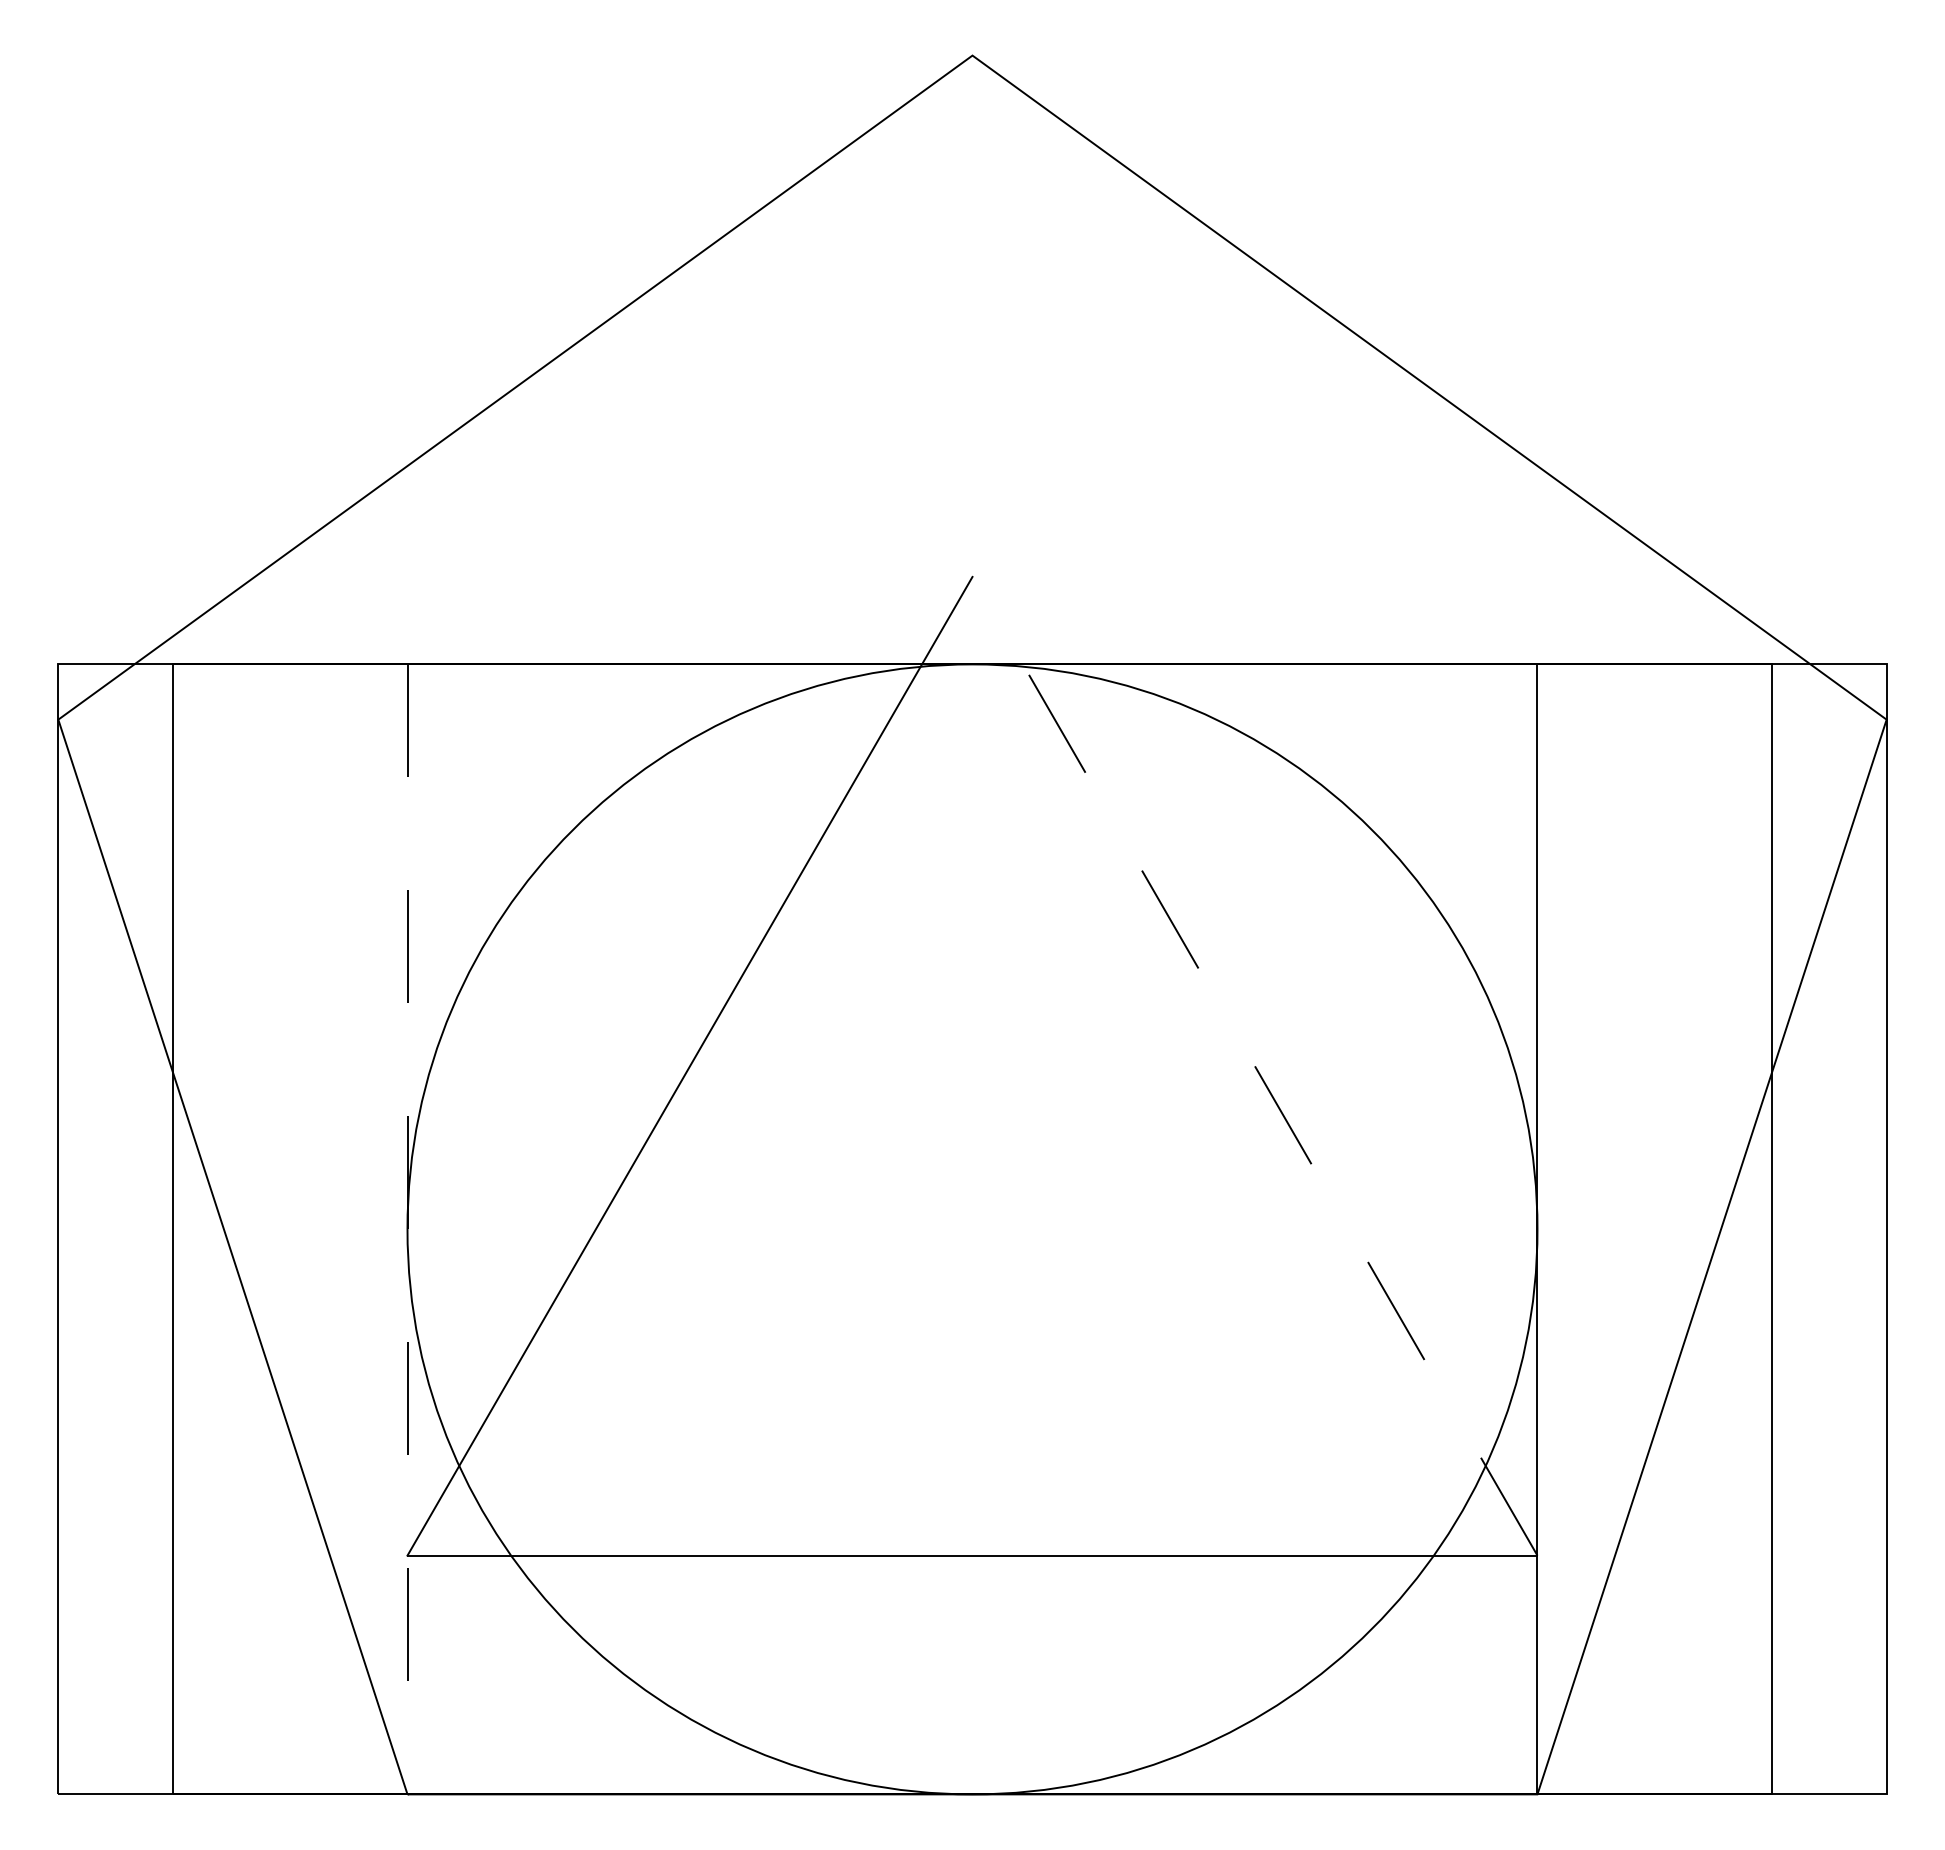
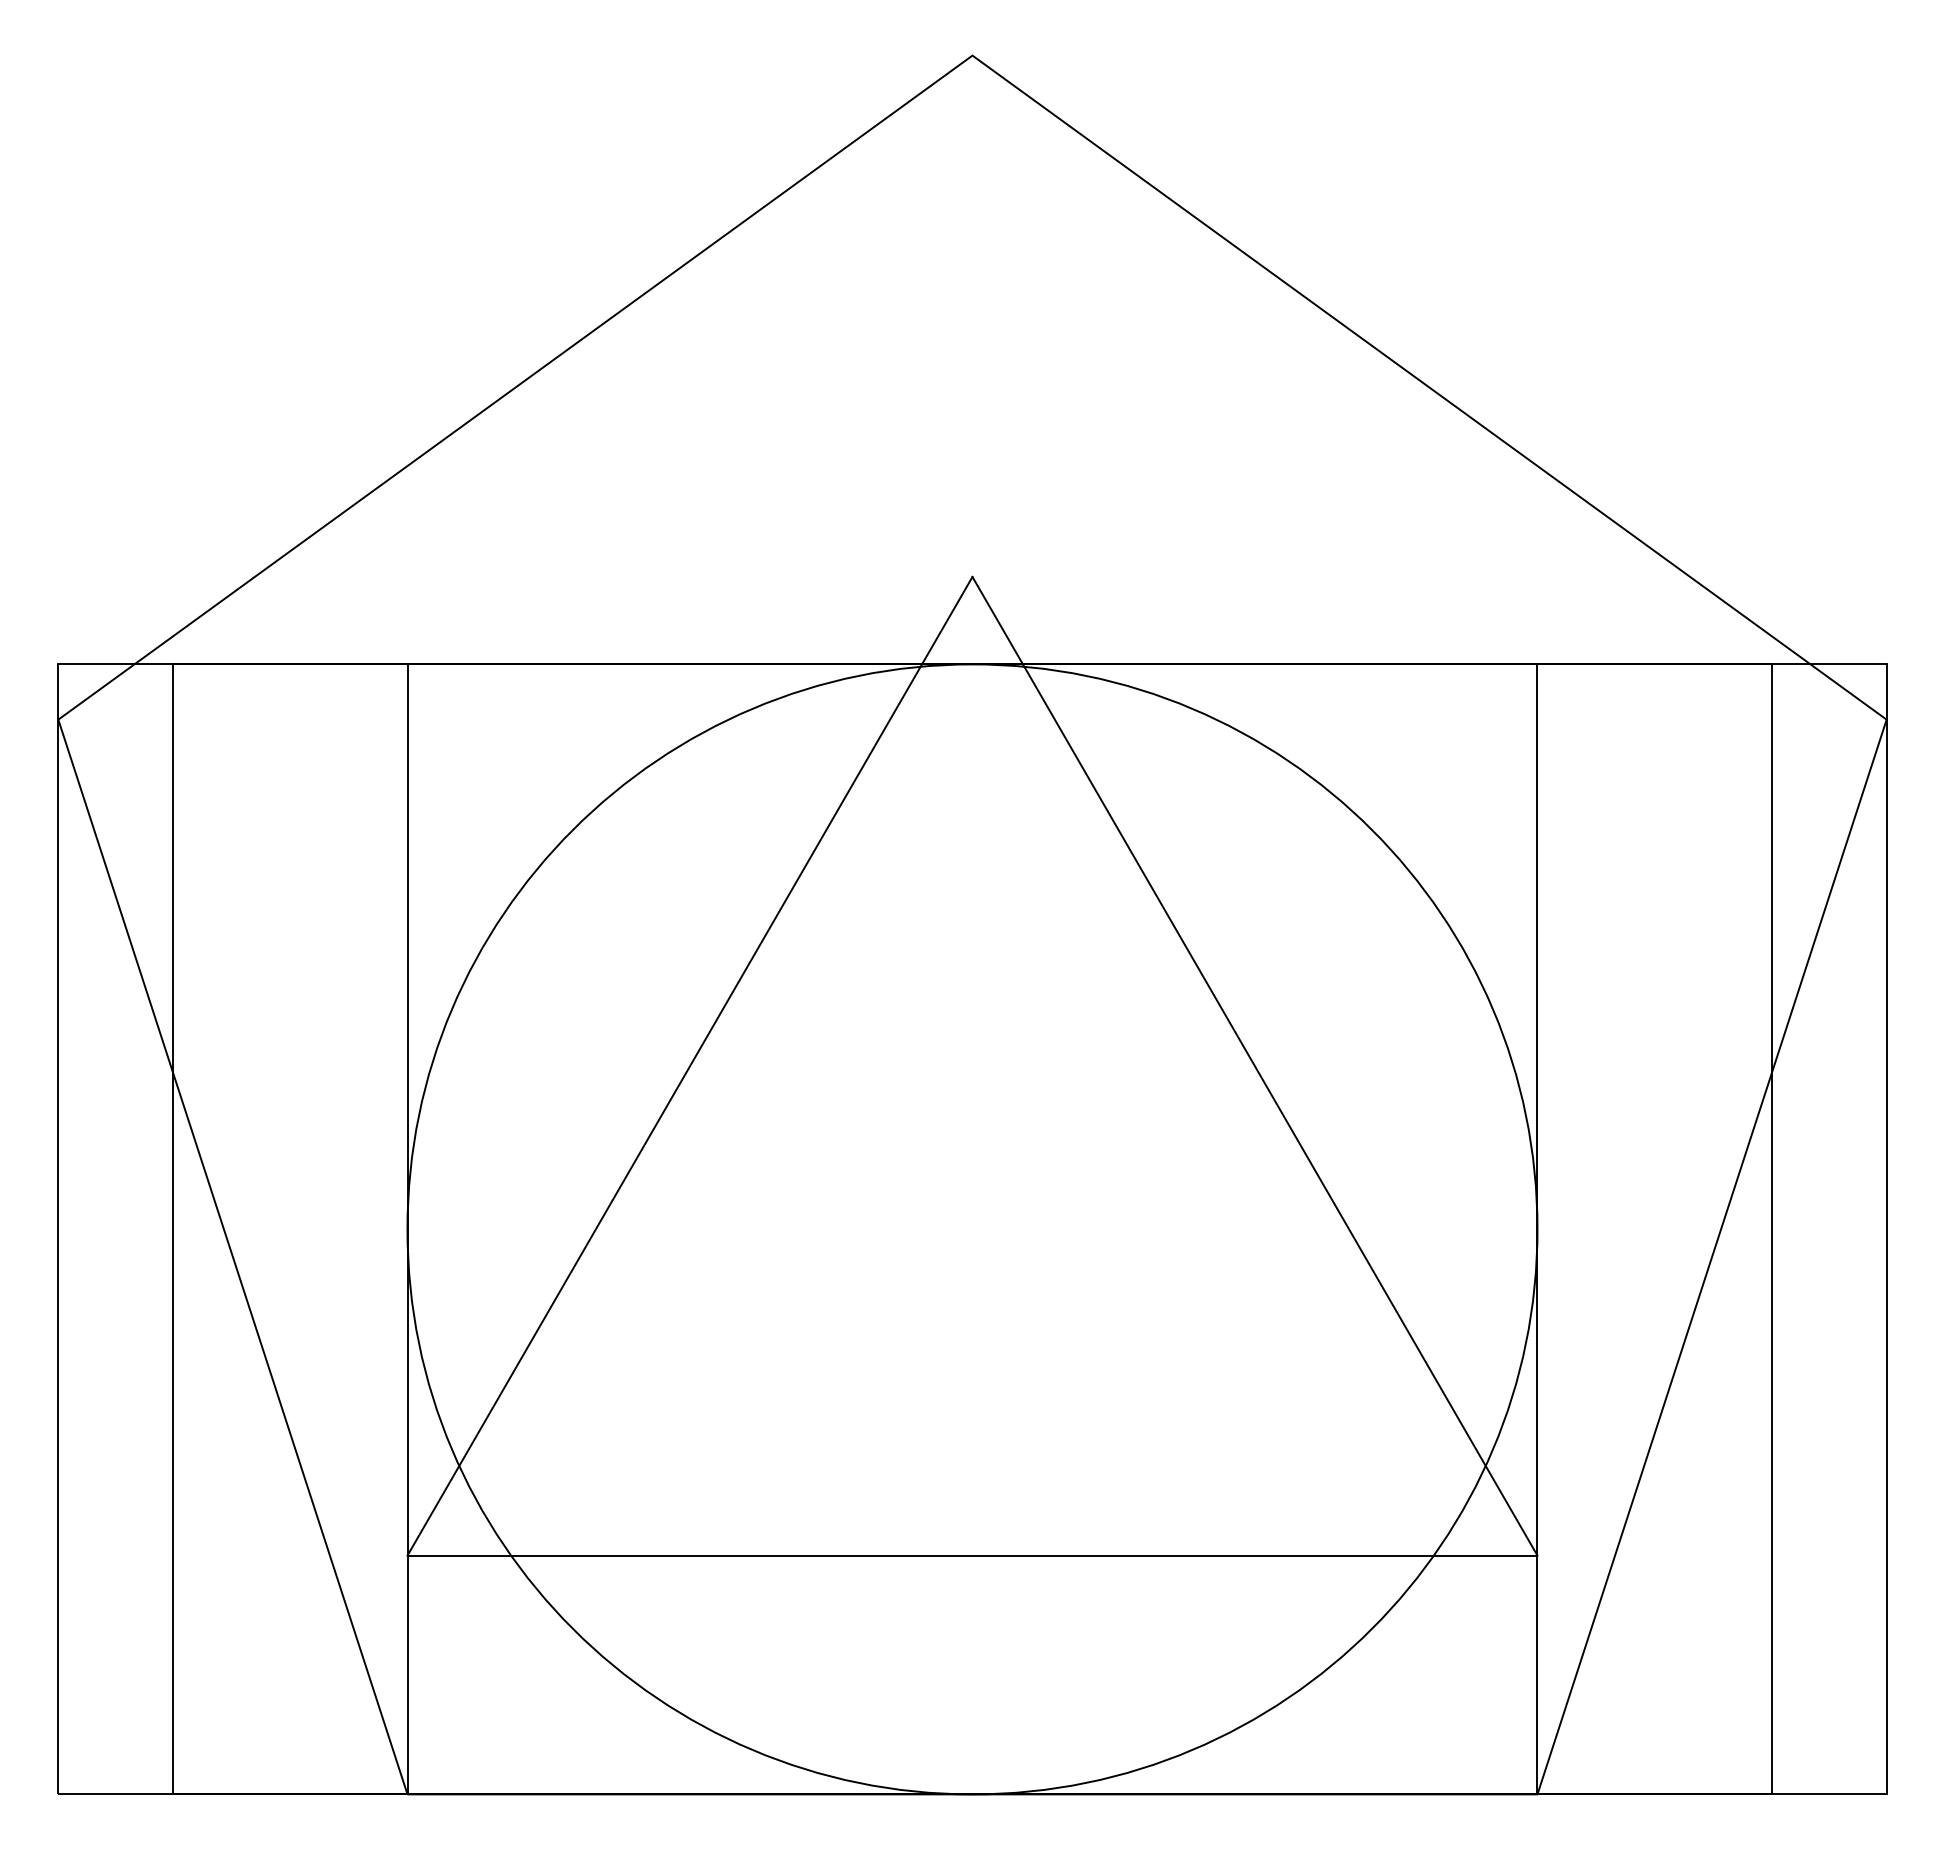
line at (1254, 1065): dashed -> solid
line at (407, 1229): dashed -> solid
